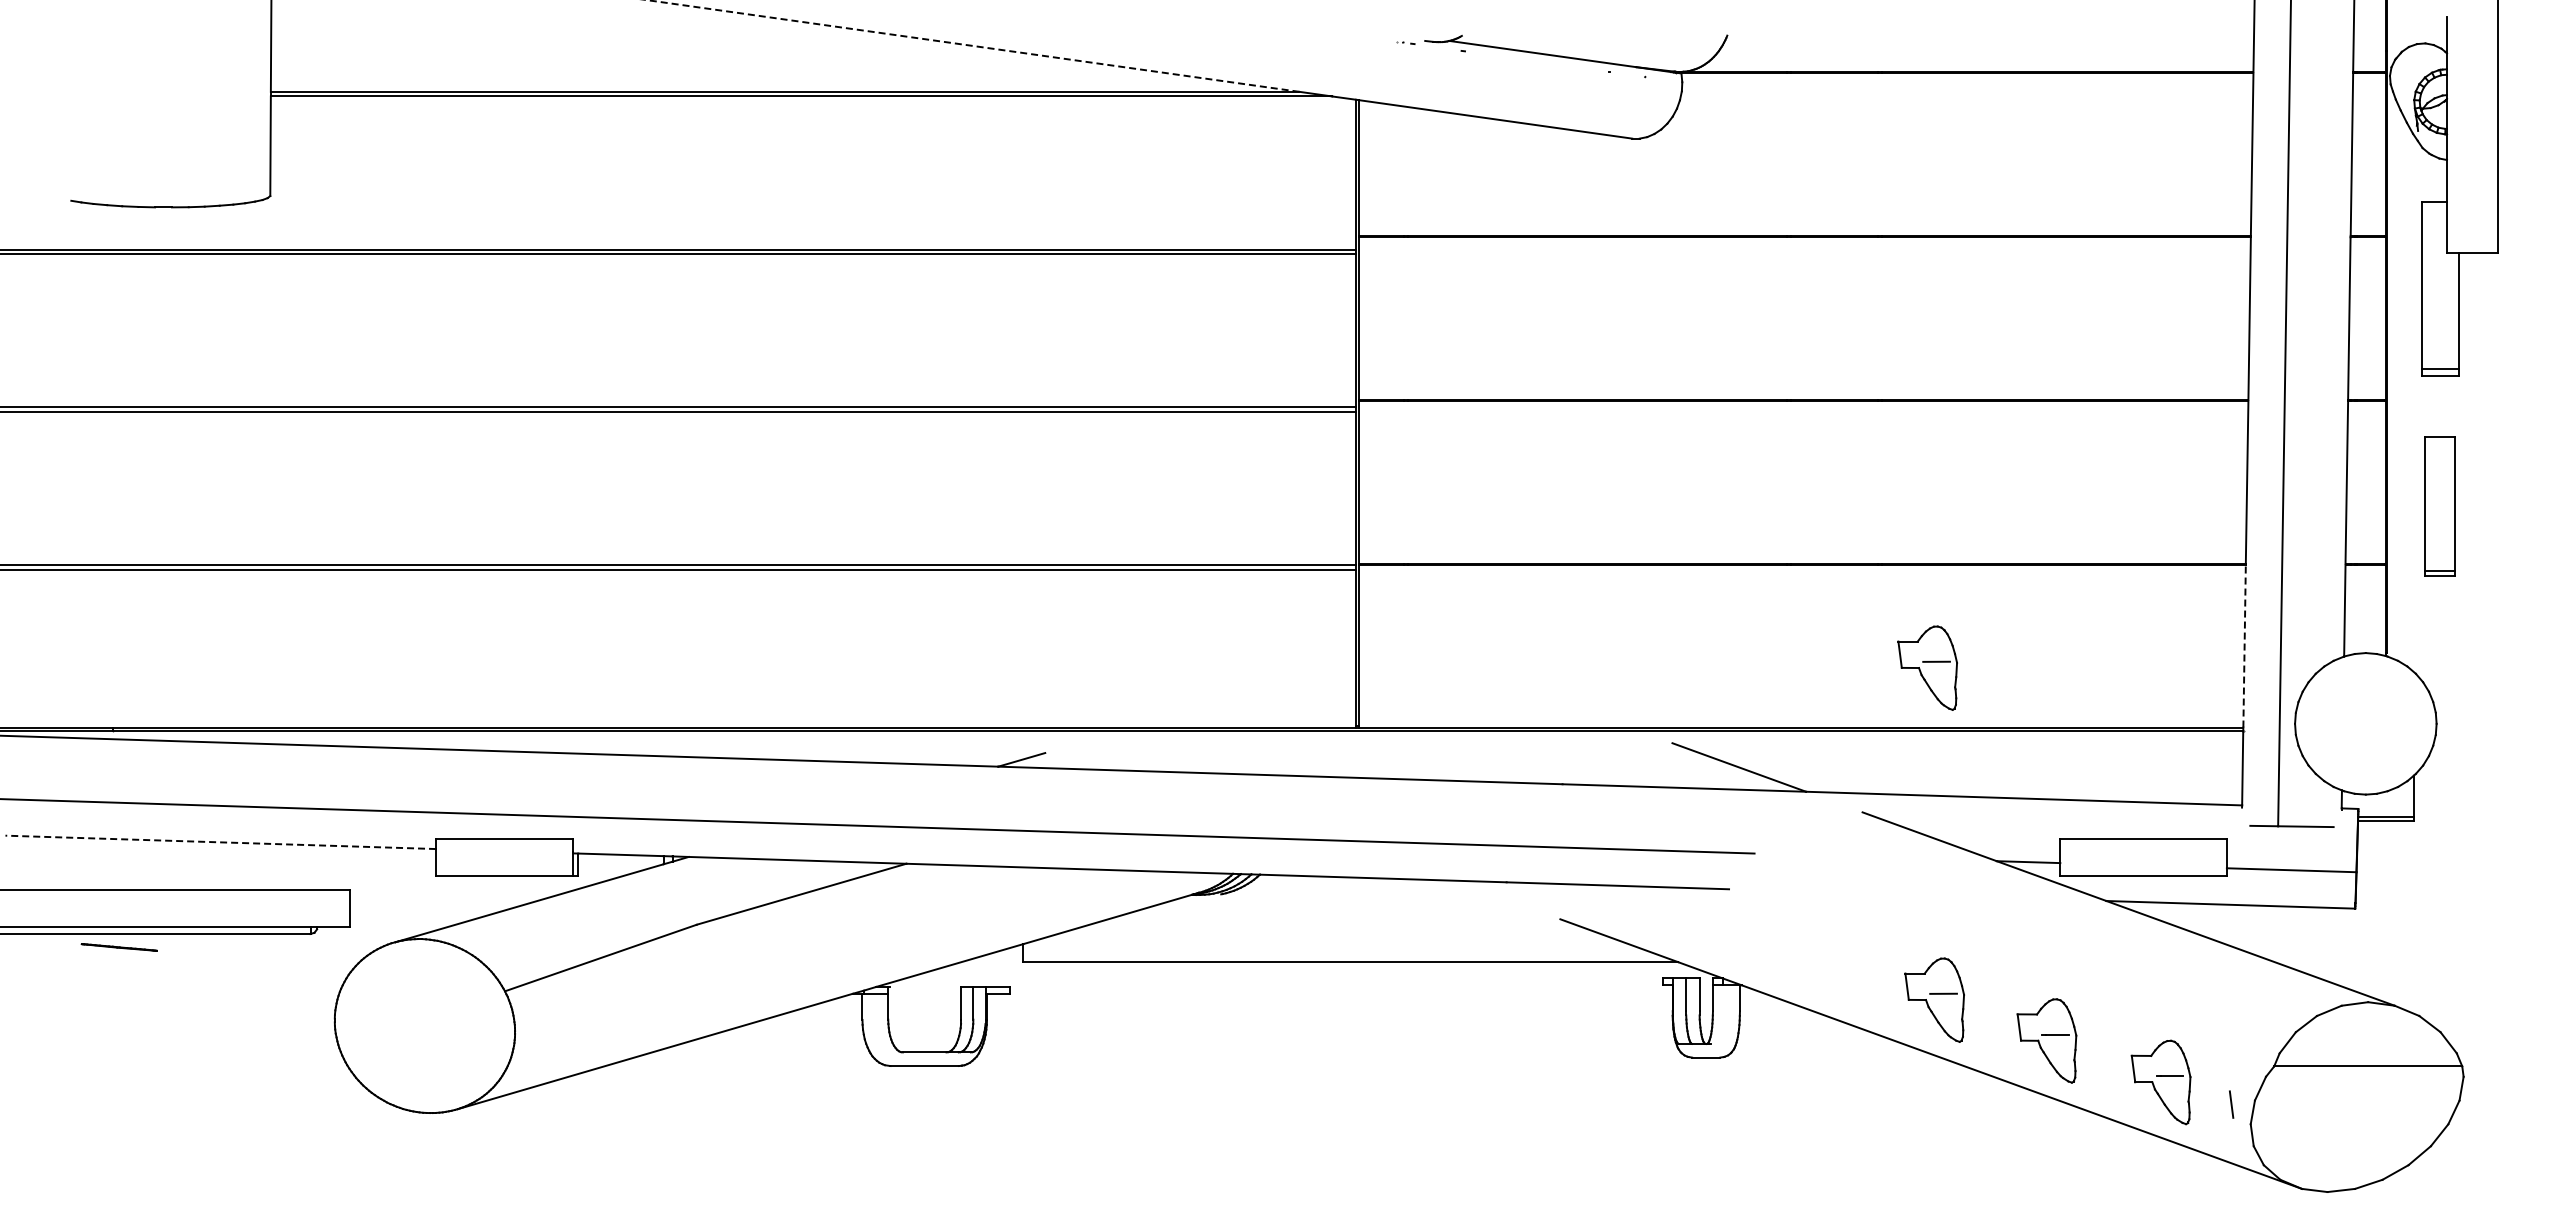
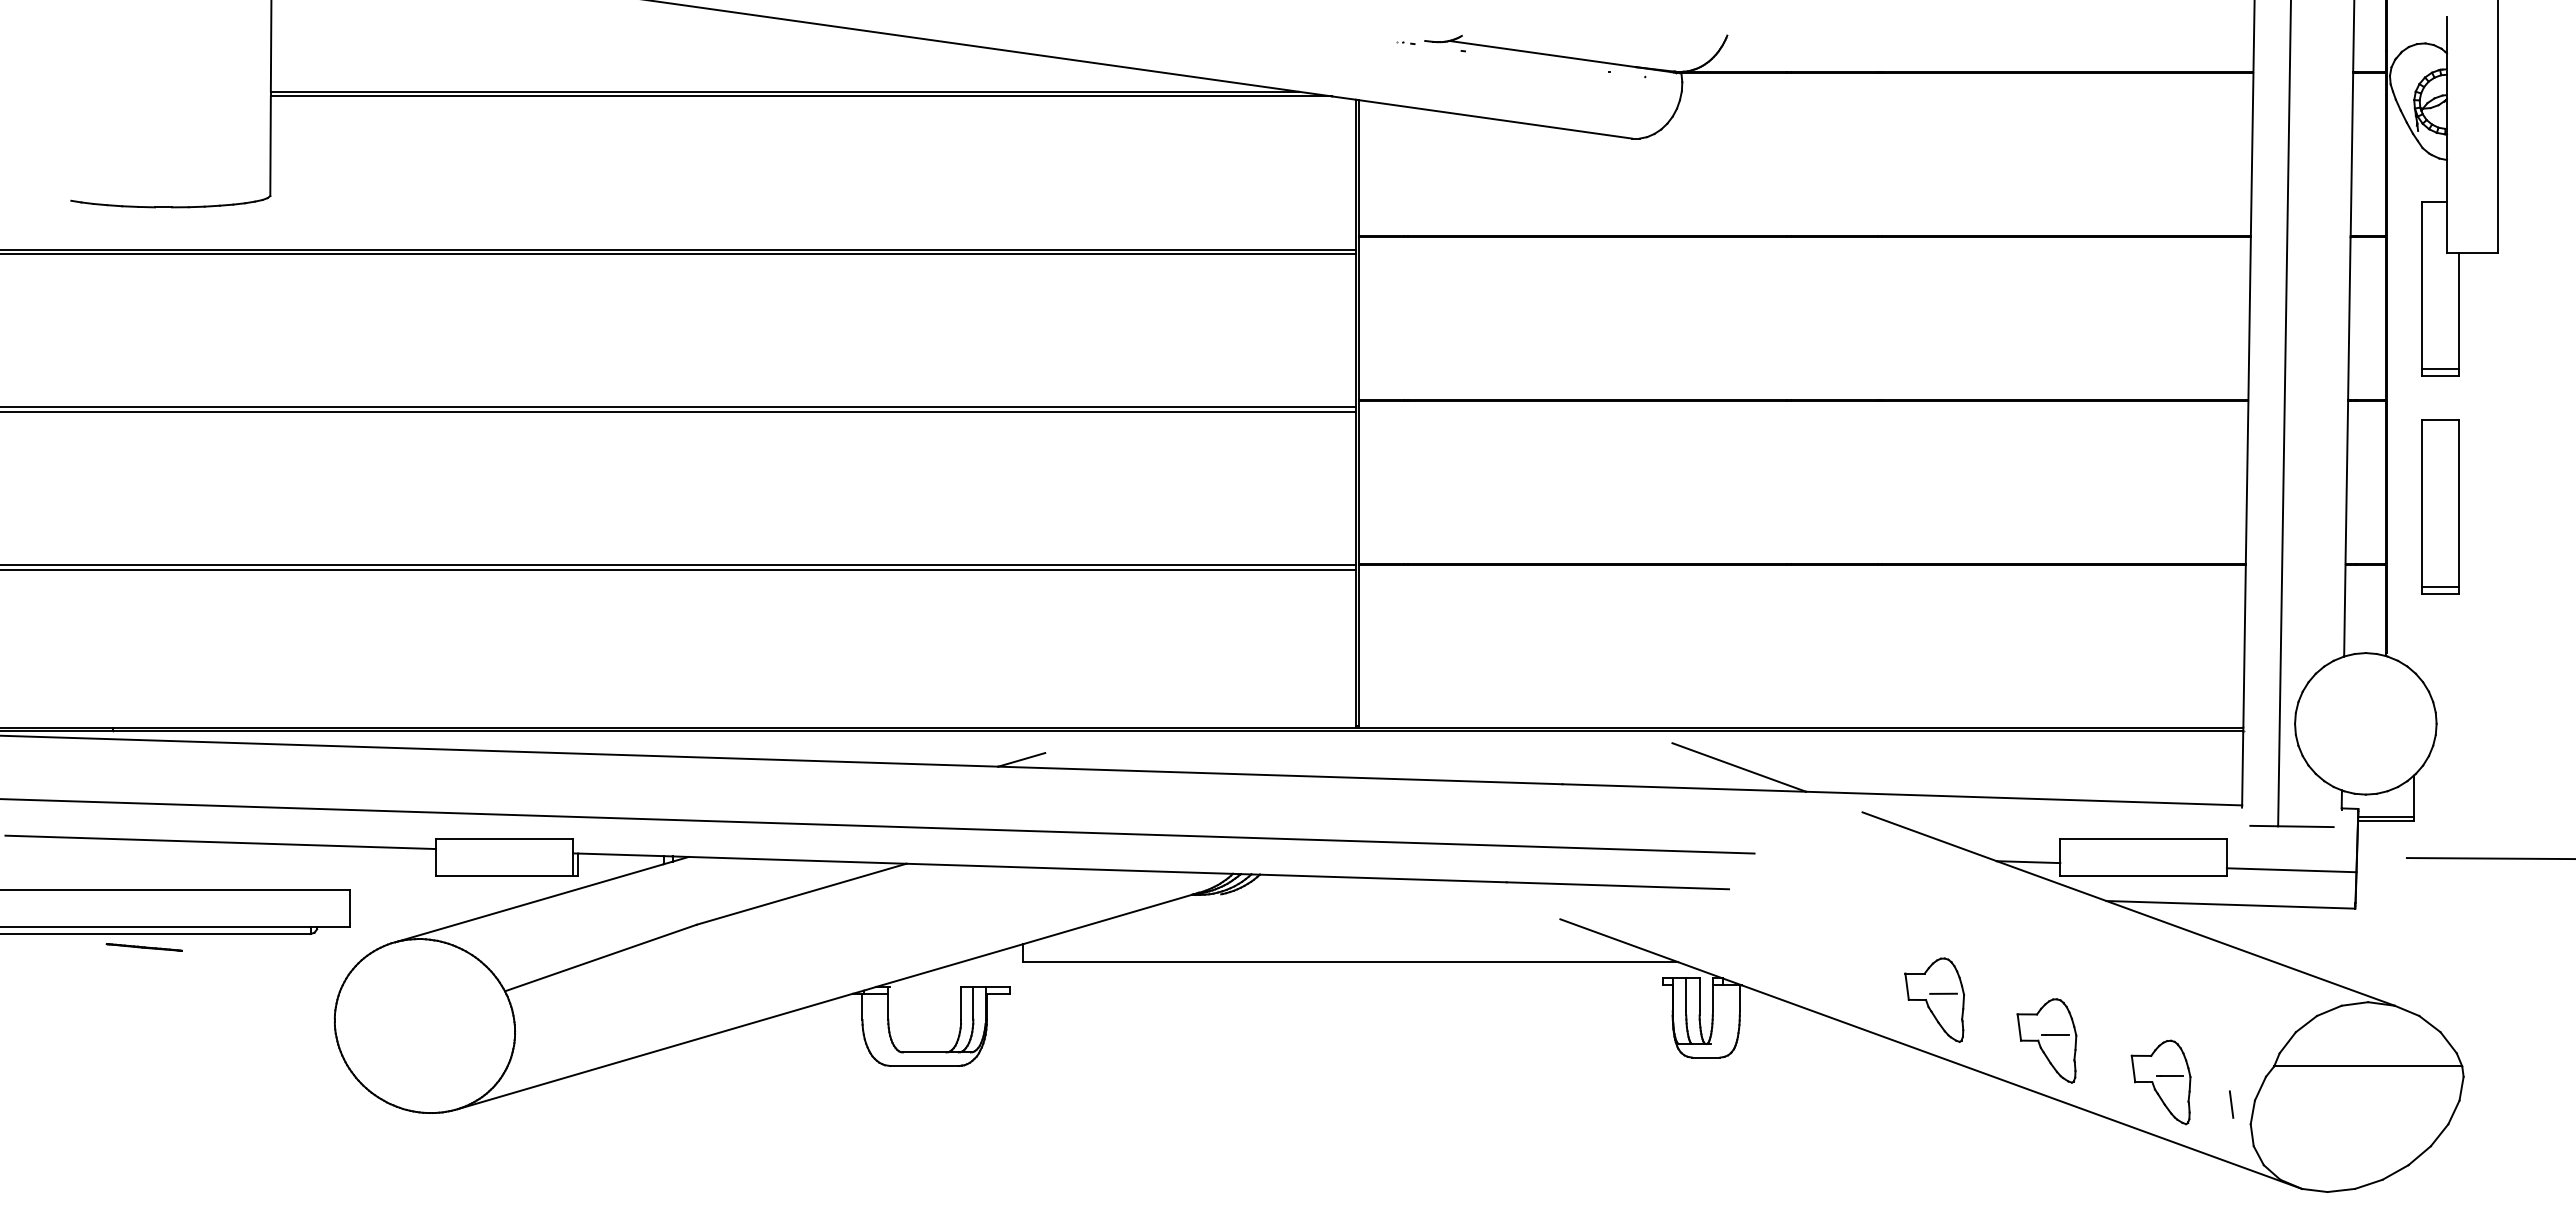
line at (972, 45): dashed -> solid
part at (2439, 506) size: 32x141 px -> 39x176 px
line at (2244, 645): dashed -> solid
part at (1927, 667): present -> none
line at (220, 842): dashed -> solid
line at (2489, 858): none -> present
line at (118, 947) position: (118, 947) -> (143, 947)
